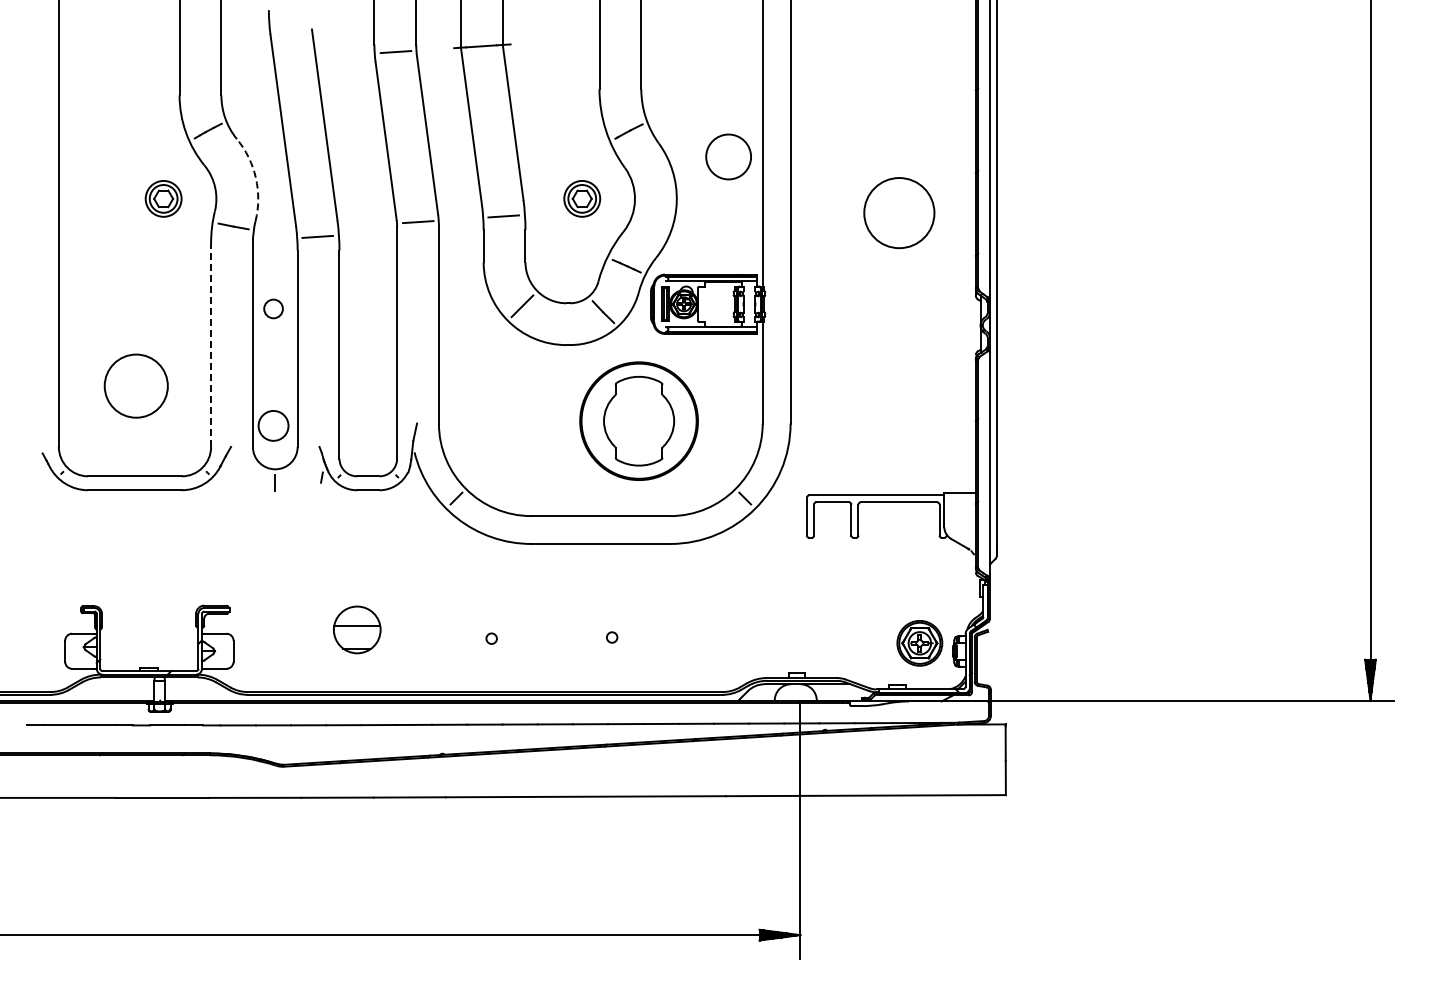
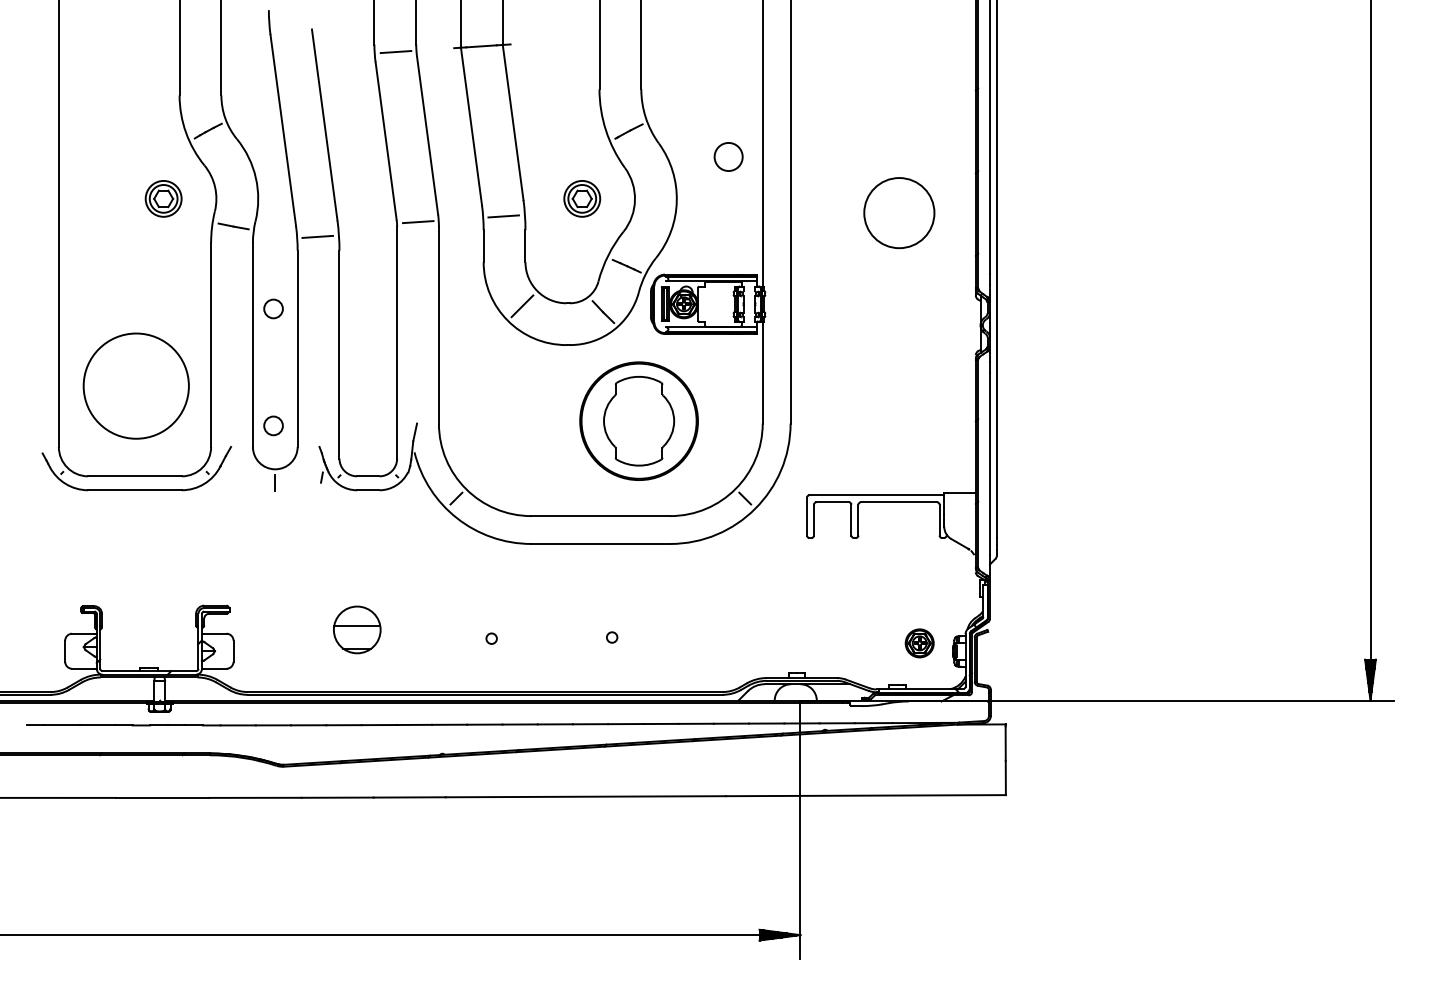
circle at (728, 156) diameter: 45 px -> 28 px
arc at (255, 177): dashed -> solid
line at (211, 345): dashed -> solid
circle at (135, 385) diameter: 63 px -> 105 px
circle at (273, 425) diameter: 30 px -> 19 px
part at (919, 643) size: 48x47 px -> 31x31 px
